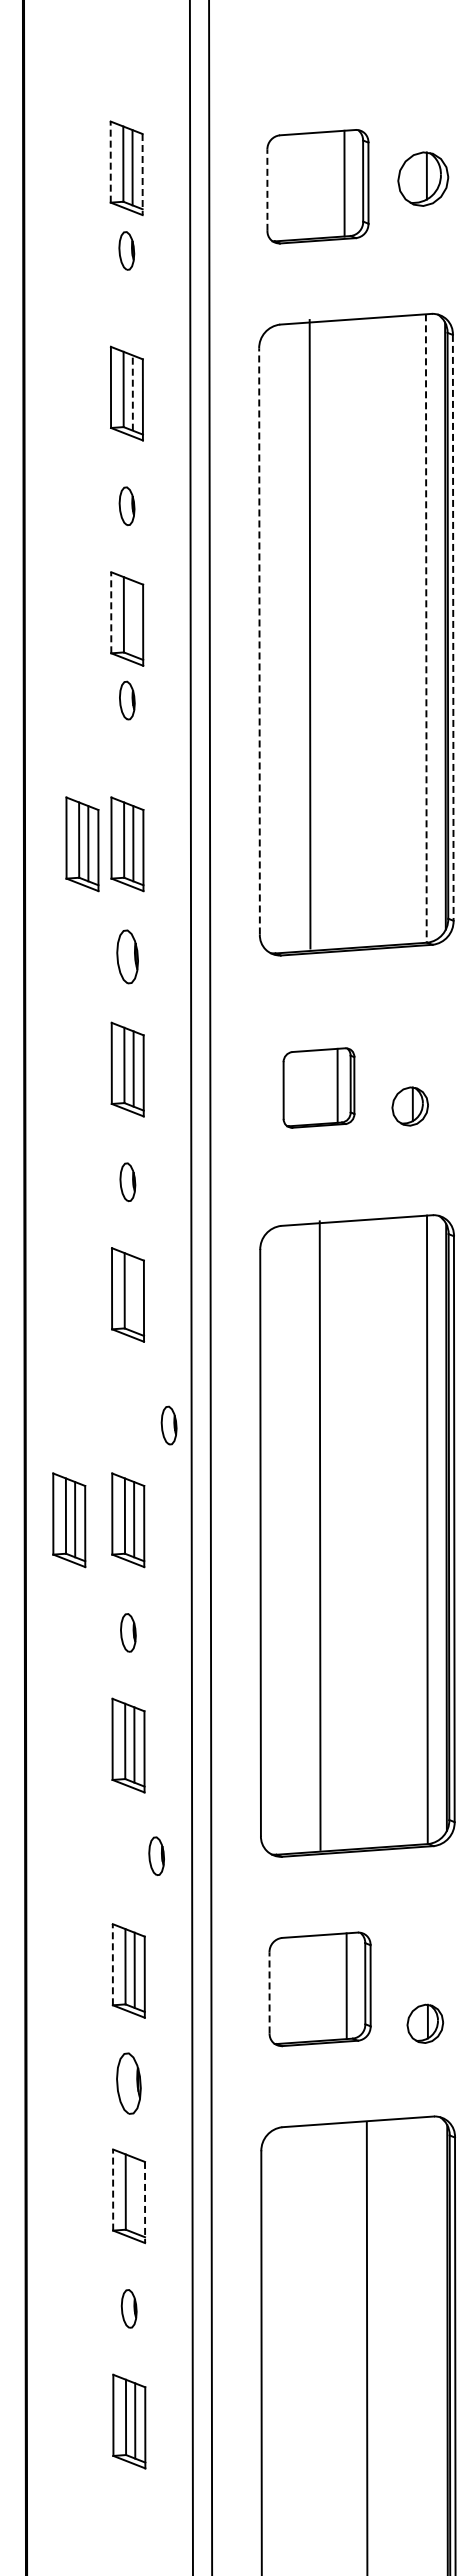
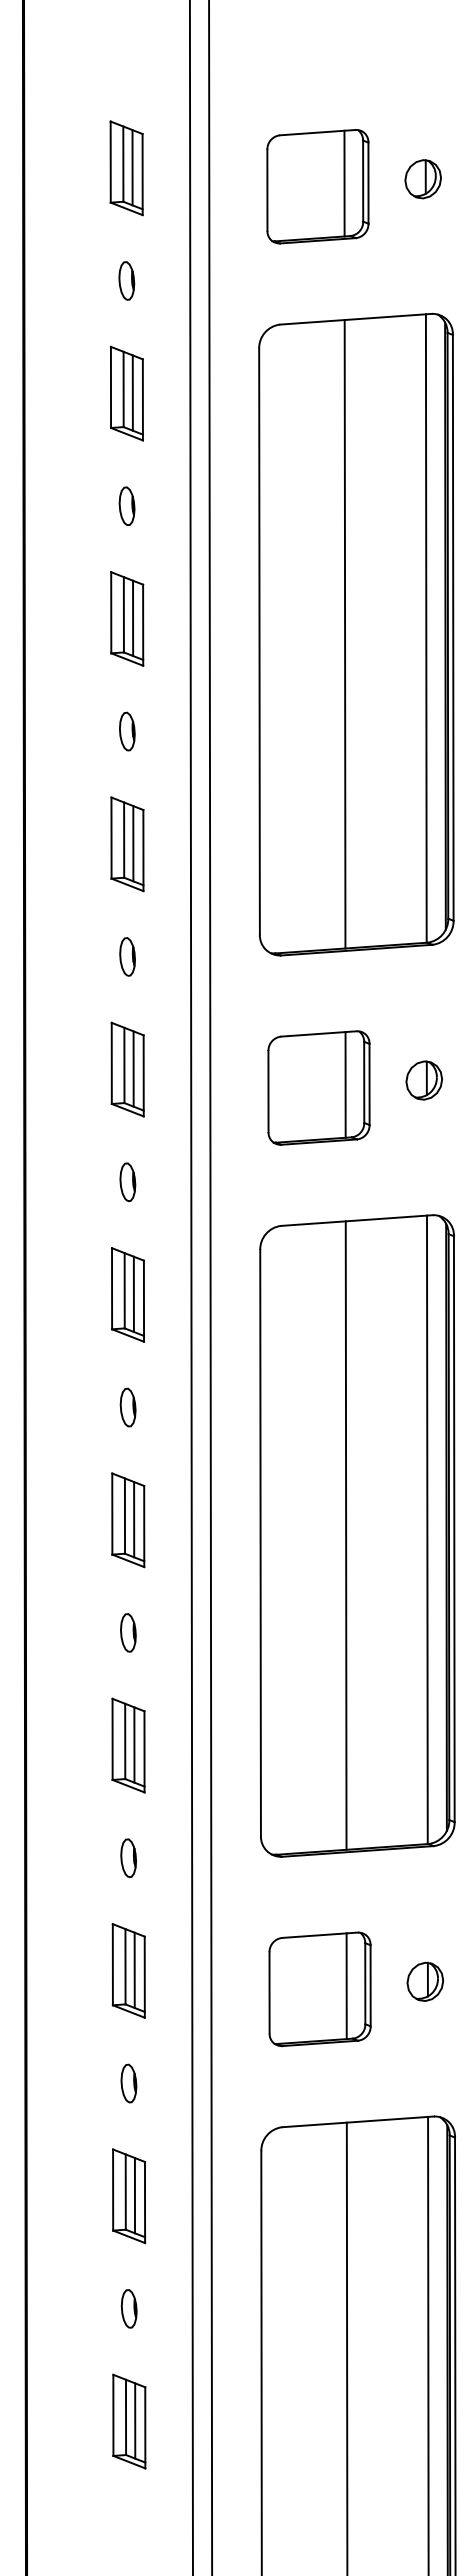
line at (110, 162): dashed -> solid
line at (142, 174): dashed -> solid
part at (423, 178) size: 53x56 px -> 38x41 px
line at (267, 190): dashed -> solid
part at (126, 250) position: (126, 250) -> (126, 280)
line at (132, 393): dashed -> solid
line at (111, 612): dashed -> solid
line at (133, 618): none -> present
line at (453, 627): dashed -> solid
line at (426, 629): dashed -> solid
line at (309, 634) position: (309, 634) -> (344, 634)
line at (259, 641): dashed -> solid
part at (127, 700) position: (127, 700) -> (127, 731)
part at (82, 844): present -> none
part at (127, 956) size: 23x56 px -> 17x40 px
part at (318, 1087) size: 74x82 px -> 104x116 px
part at (409, 1106) position: (409, 1106) -> (423, 1080)
line at (133, 1294): none -> present
part at (168, 1425) position: (168, 1425) -> (127, 1407)
part at (69, 1520): present -> none
line at (319, 1535) position: (319, 1535) -> (345, 1535)
part at (156, 1855) position: (156, 1855) -> (128, 1857)
line at (112, 1964): dashed -> solid
line at (269, 1992): dashed -> solid
part at (425, 2023) position: (425, 2023) -> (425, 1981)
part at (128, 2083) size: 26x63 px -> 18x41 px
line at (113, 2190): dashed -> solid
line at (134, 2195): none -> present
line at (145, 2202): dashed -> solid
line at (428, 2344): none -> present
line at (366, 2347) position: (366, 2347) -> (346, 2347)
